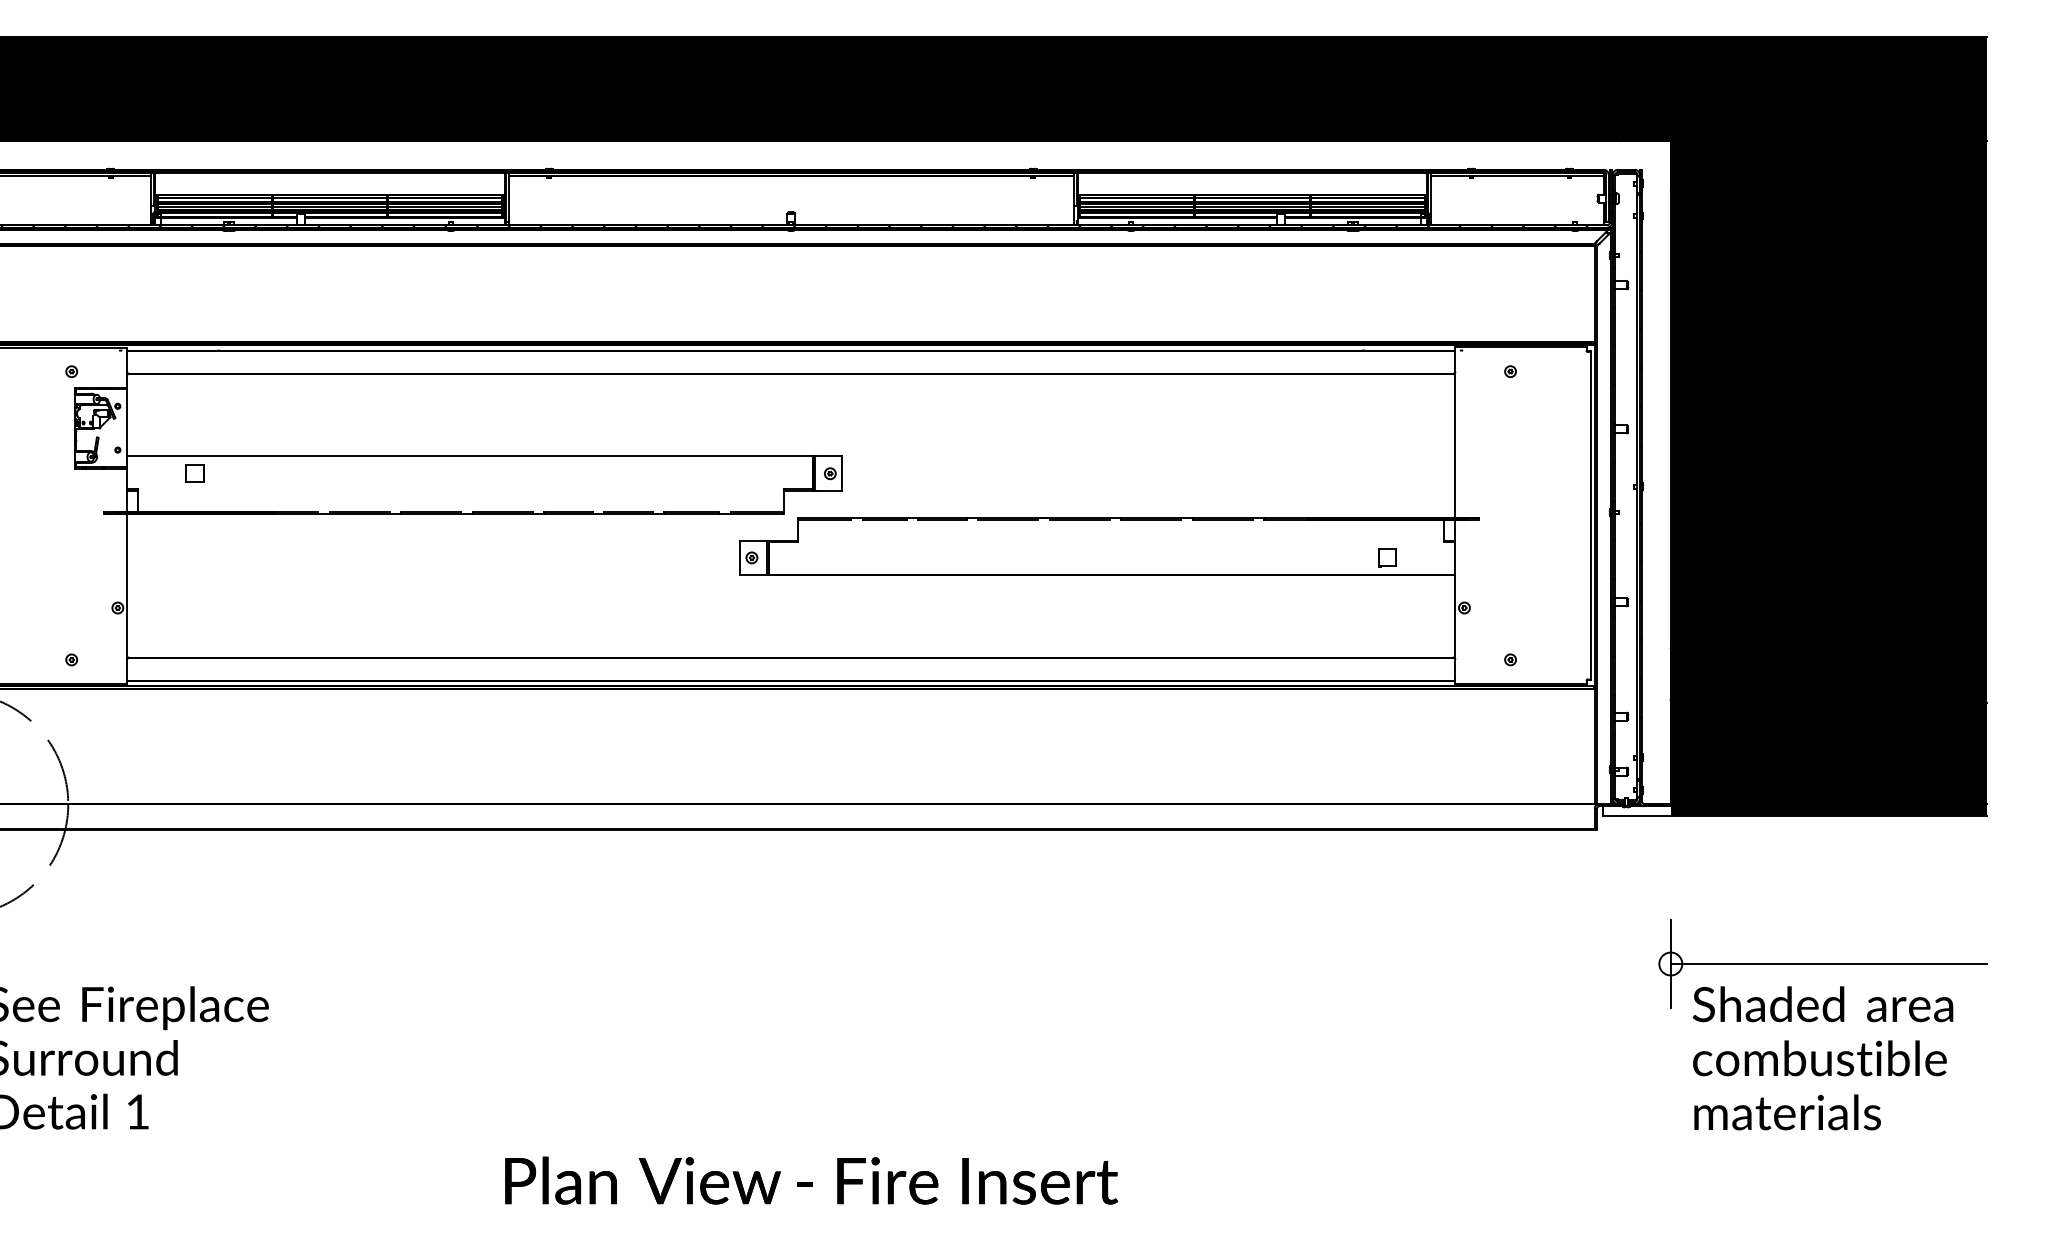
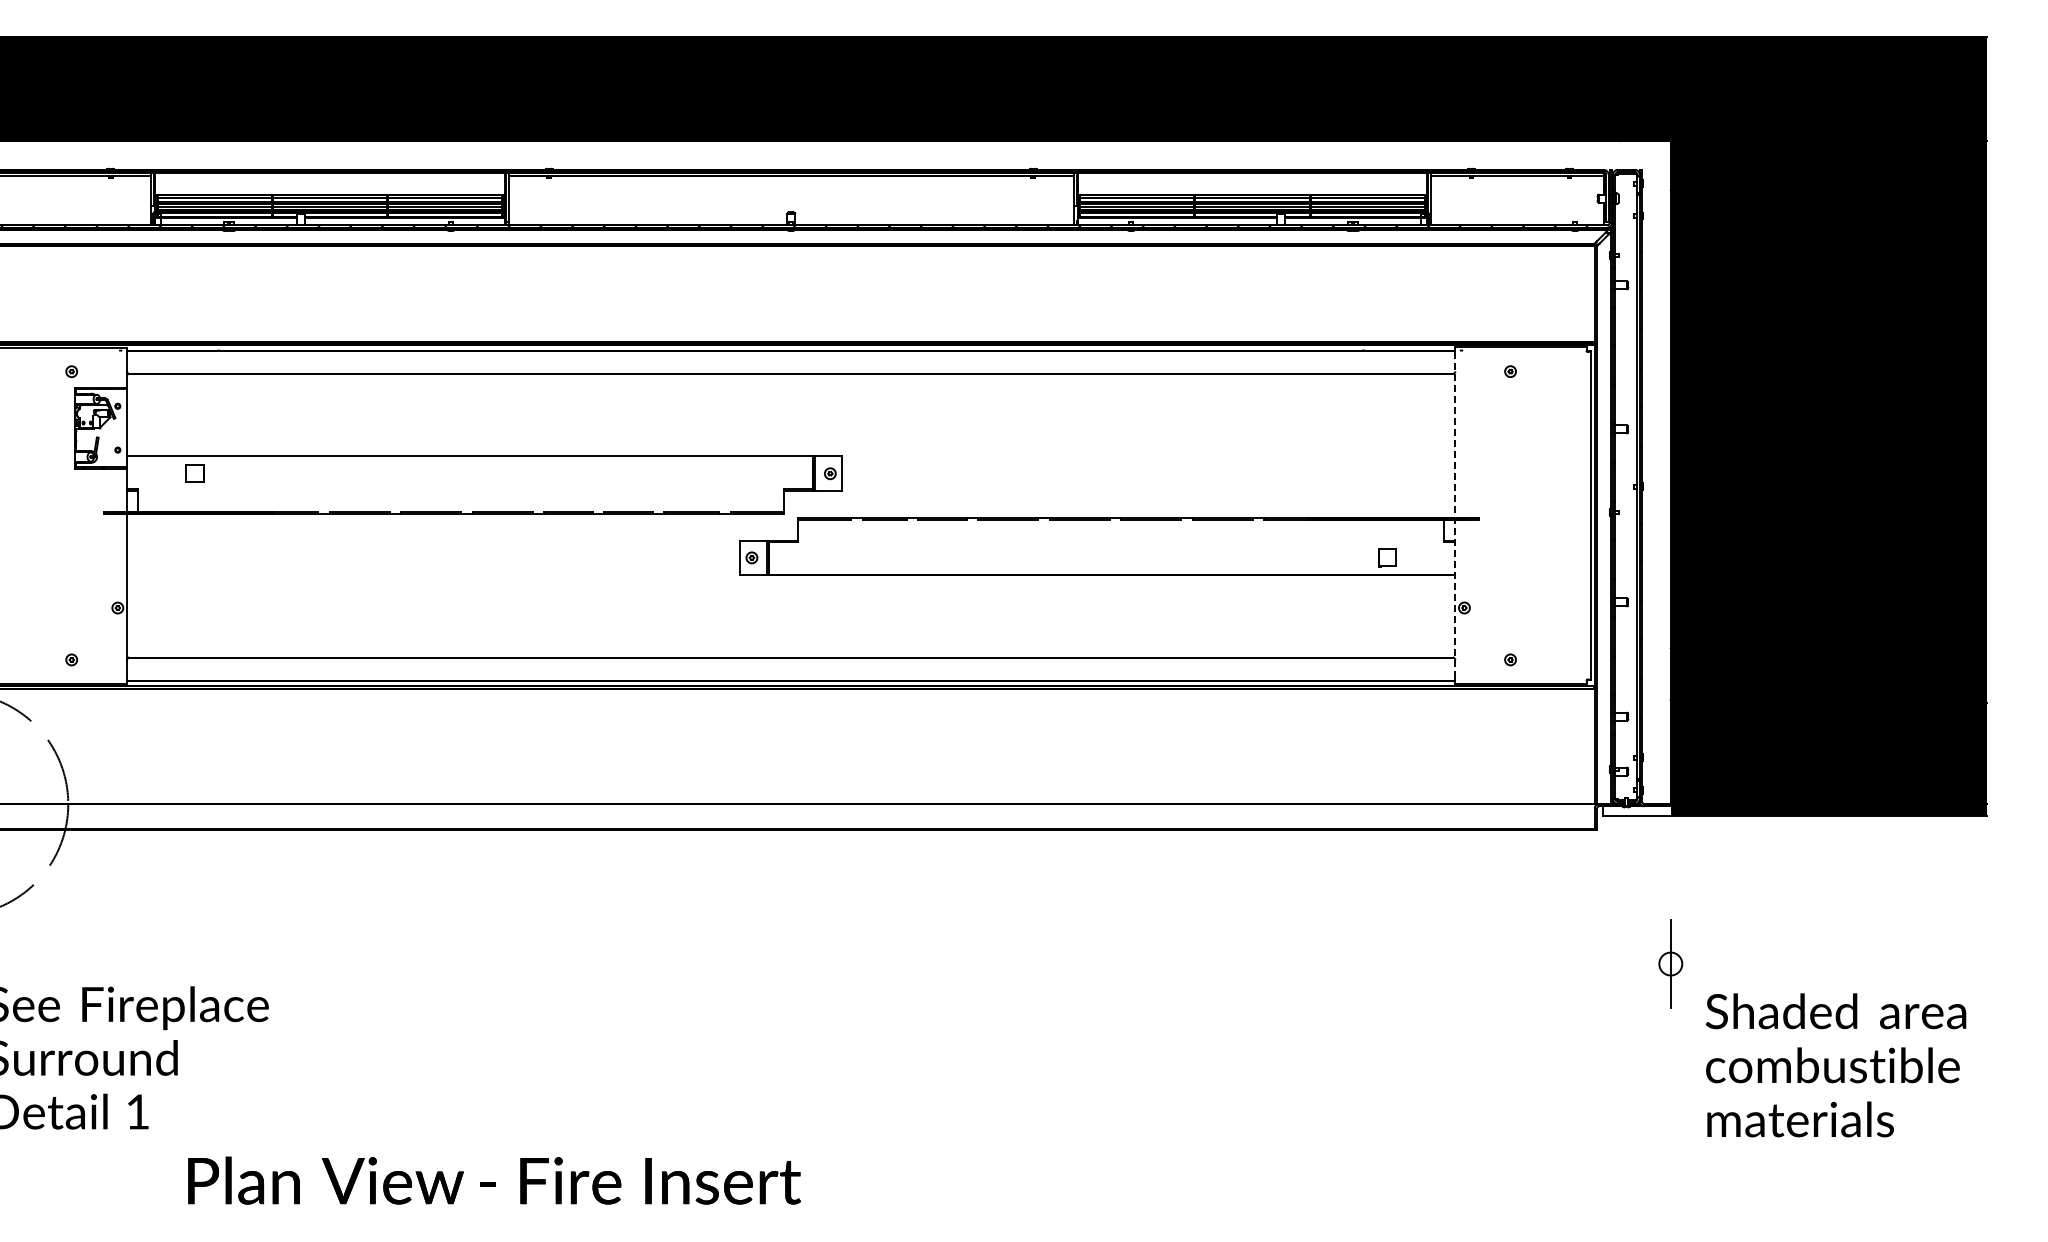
line at (1455, 515): solid -> dashed
line at (1828, 964): present -> none
text at (1822, 1058) position: (1822, 1058) -> (1835, 1065)
text at (811, 1180) position: (811, 1180) -> (494, 1180)
